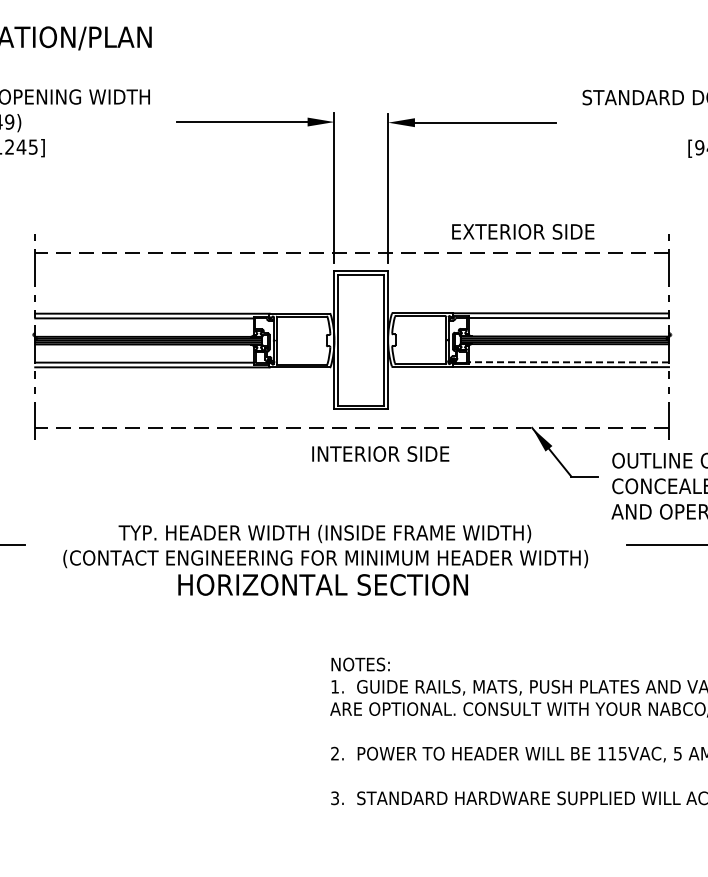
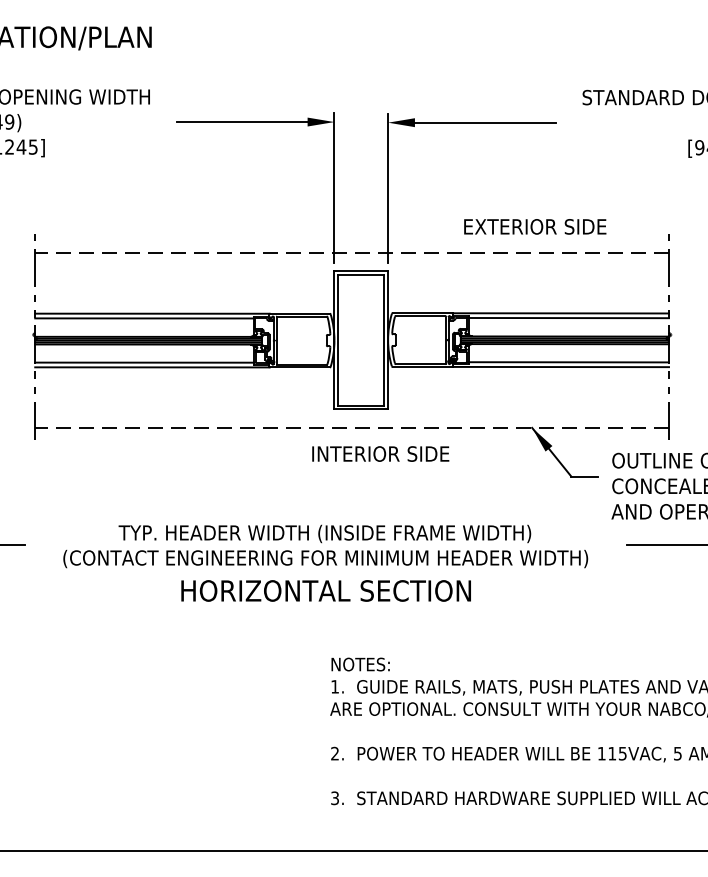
text at (523, 231) position: (523, 231) -> (535, 226)
line at (568, 362): dashed -> solid
text at (322, 584) position: (322, 584) -> (325, 590)
line at (353, 850): none -> present
